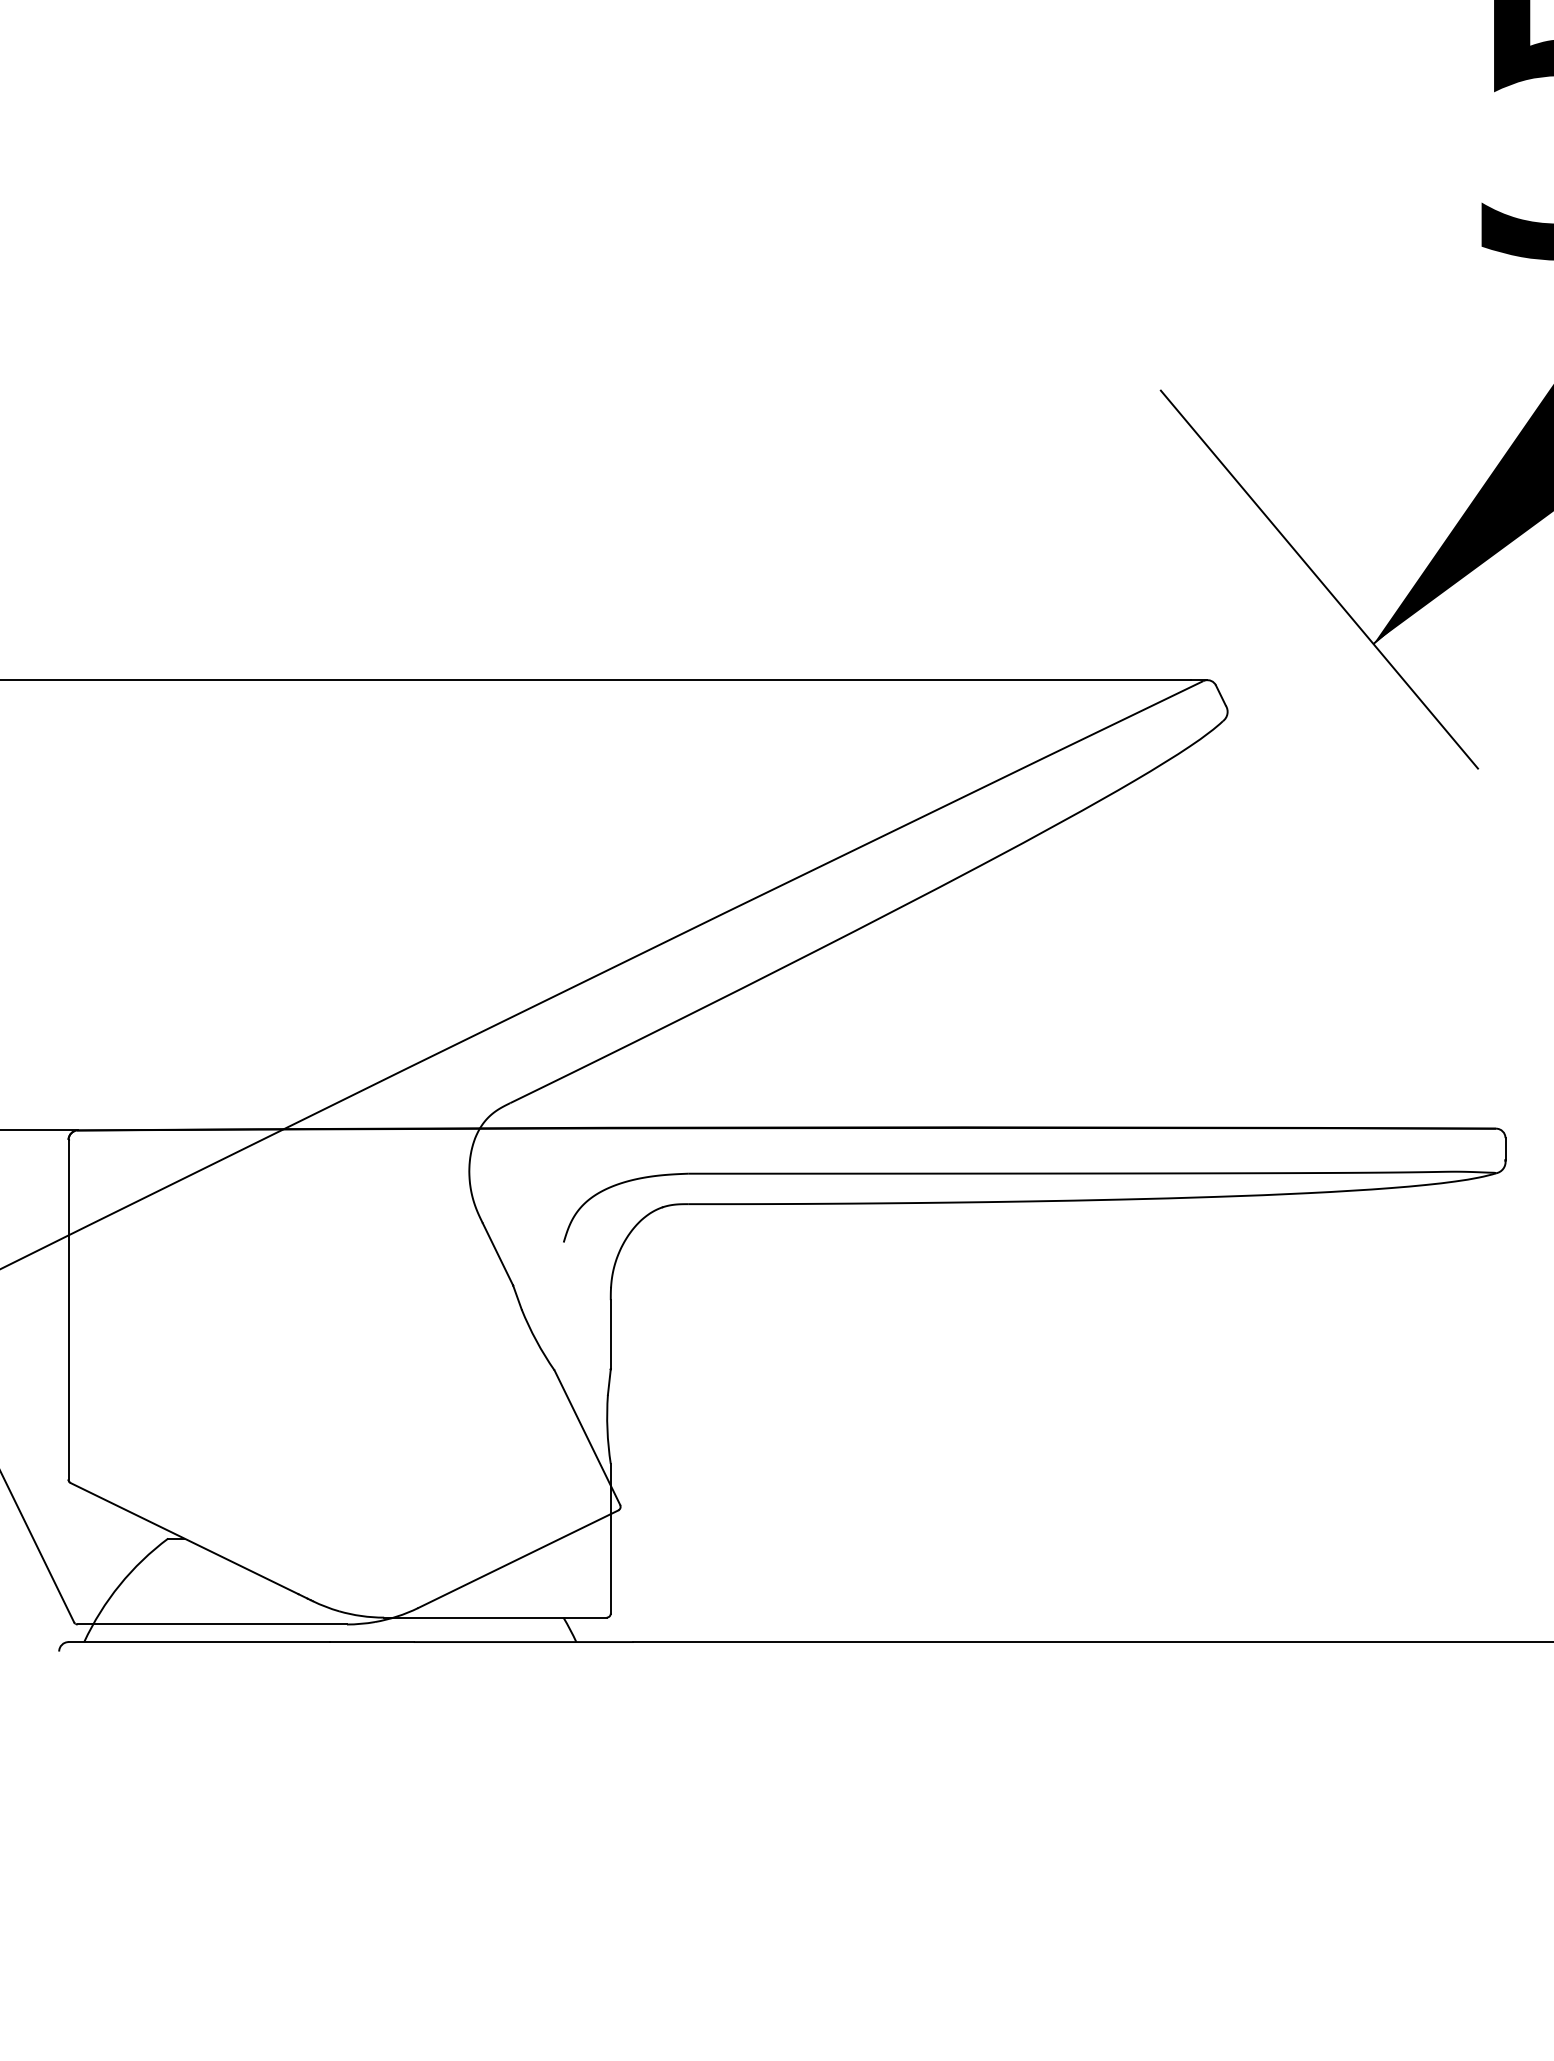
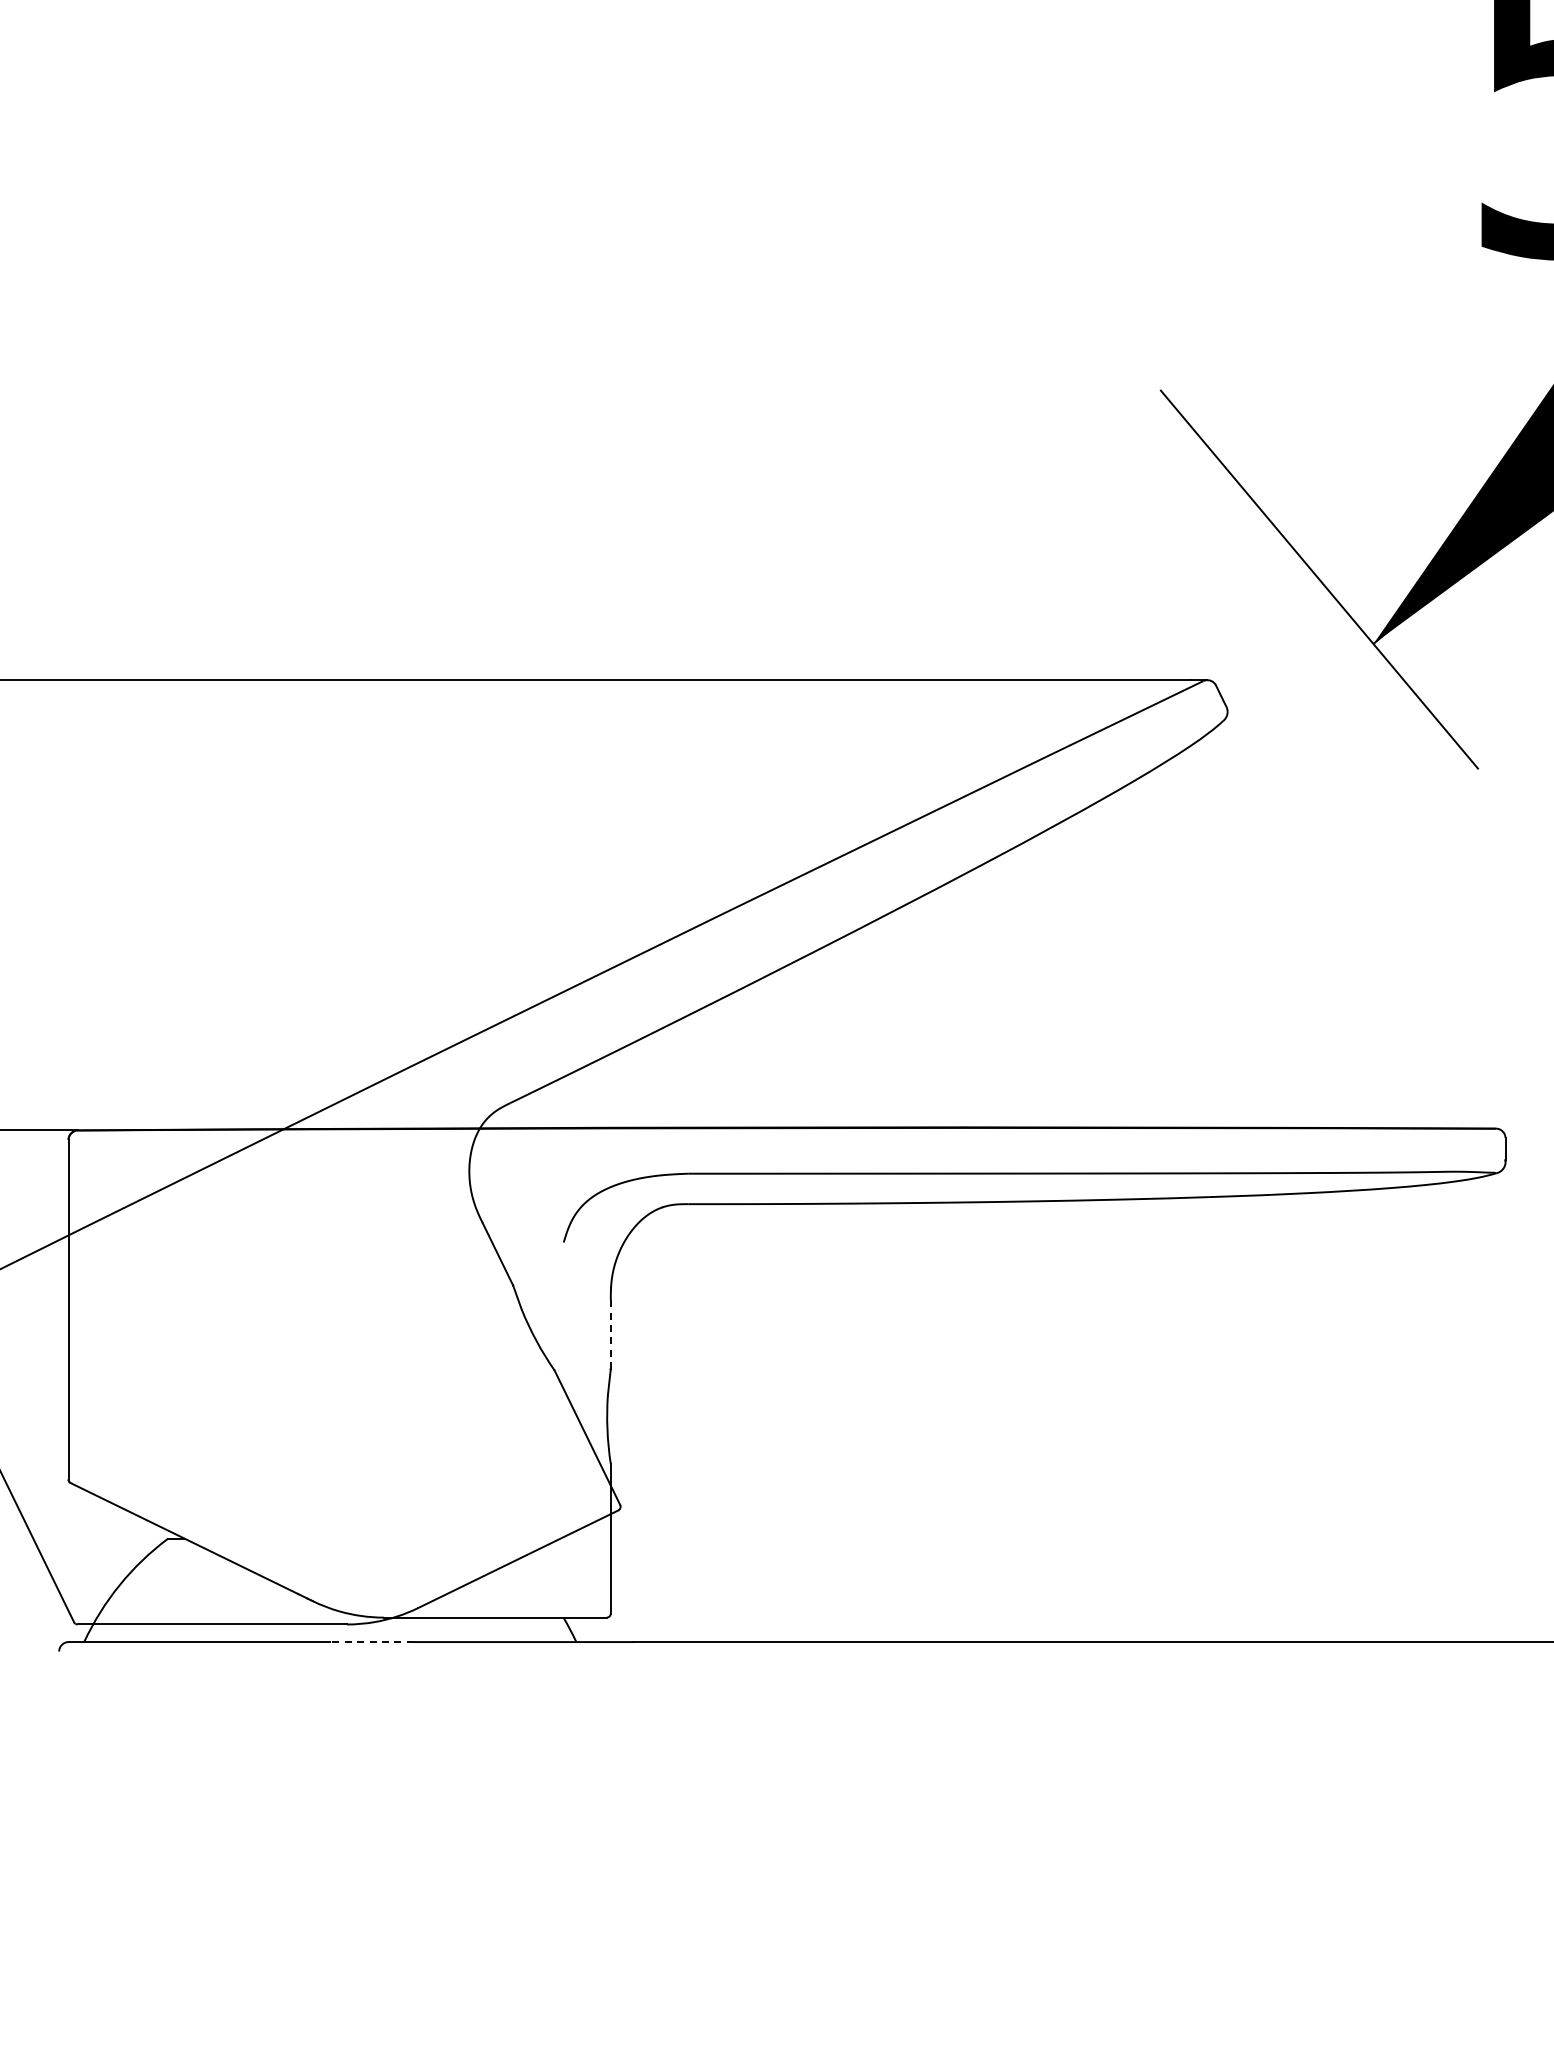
line at (610, 1334): solid -> dashed
line at (372, 1642): solid -> dashed
